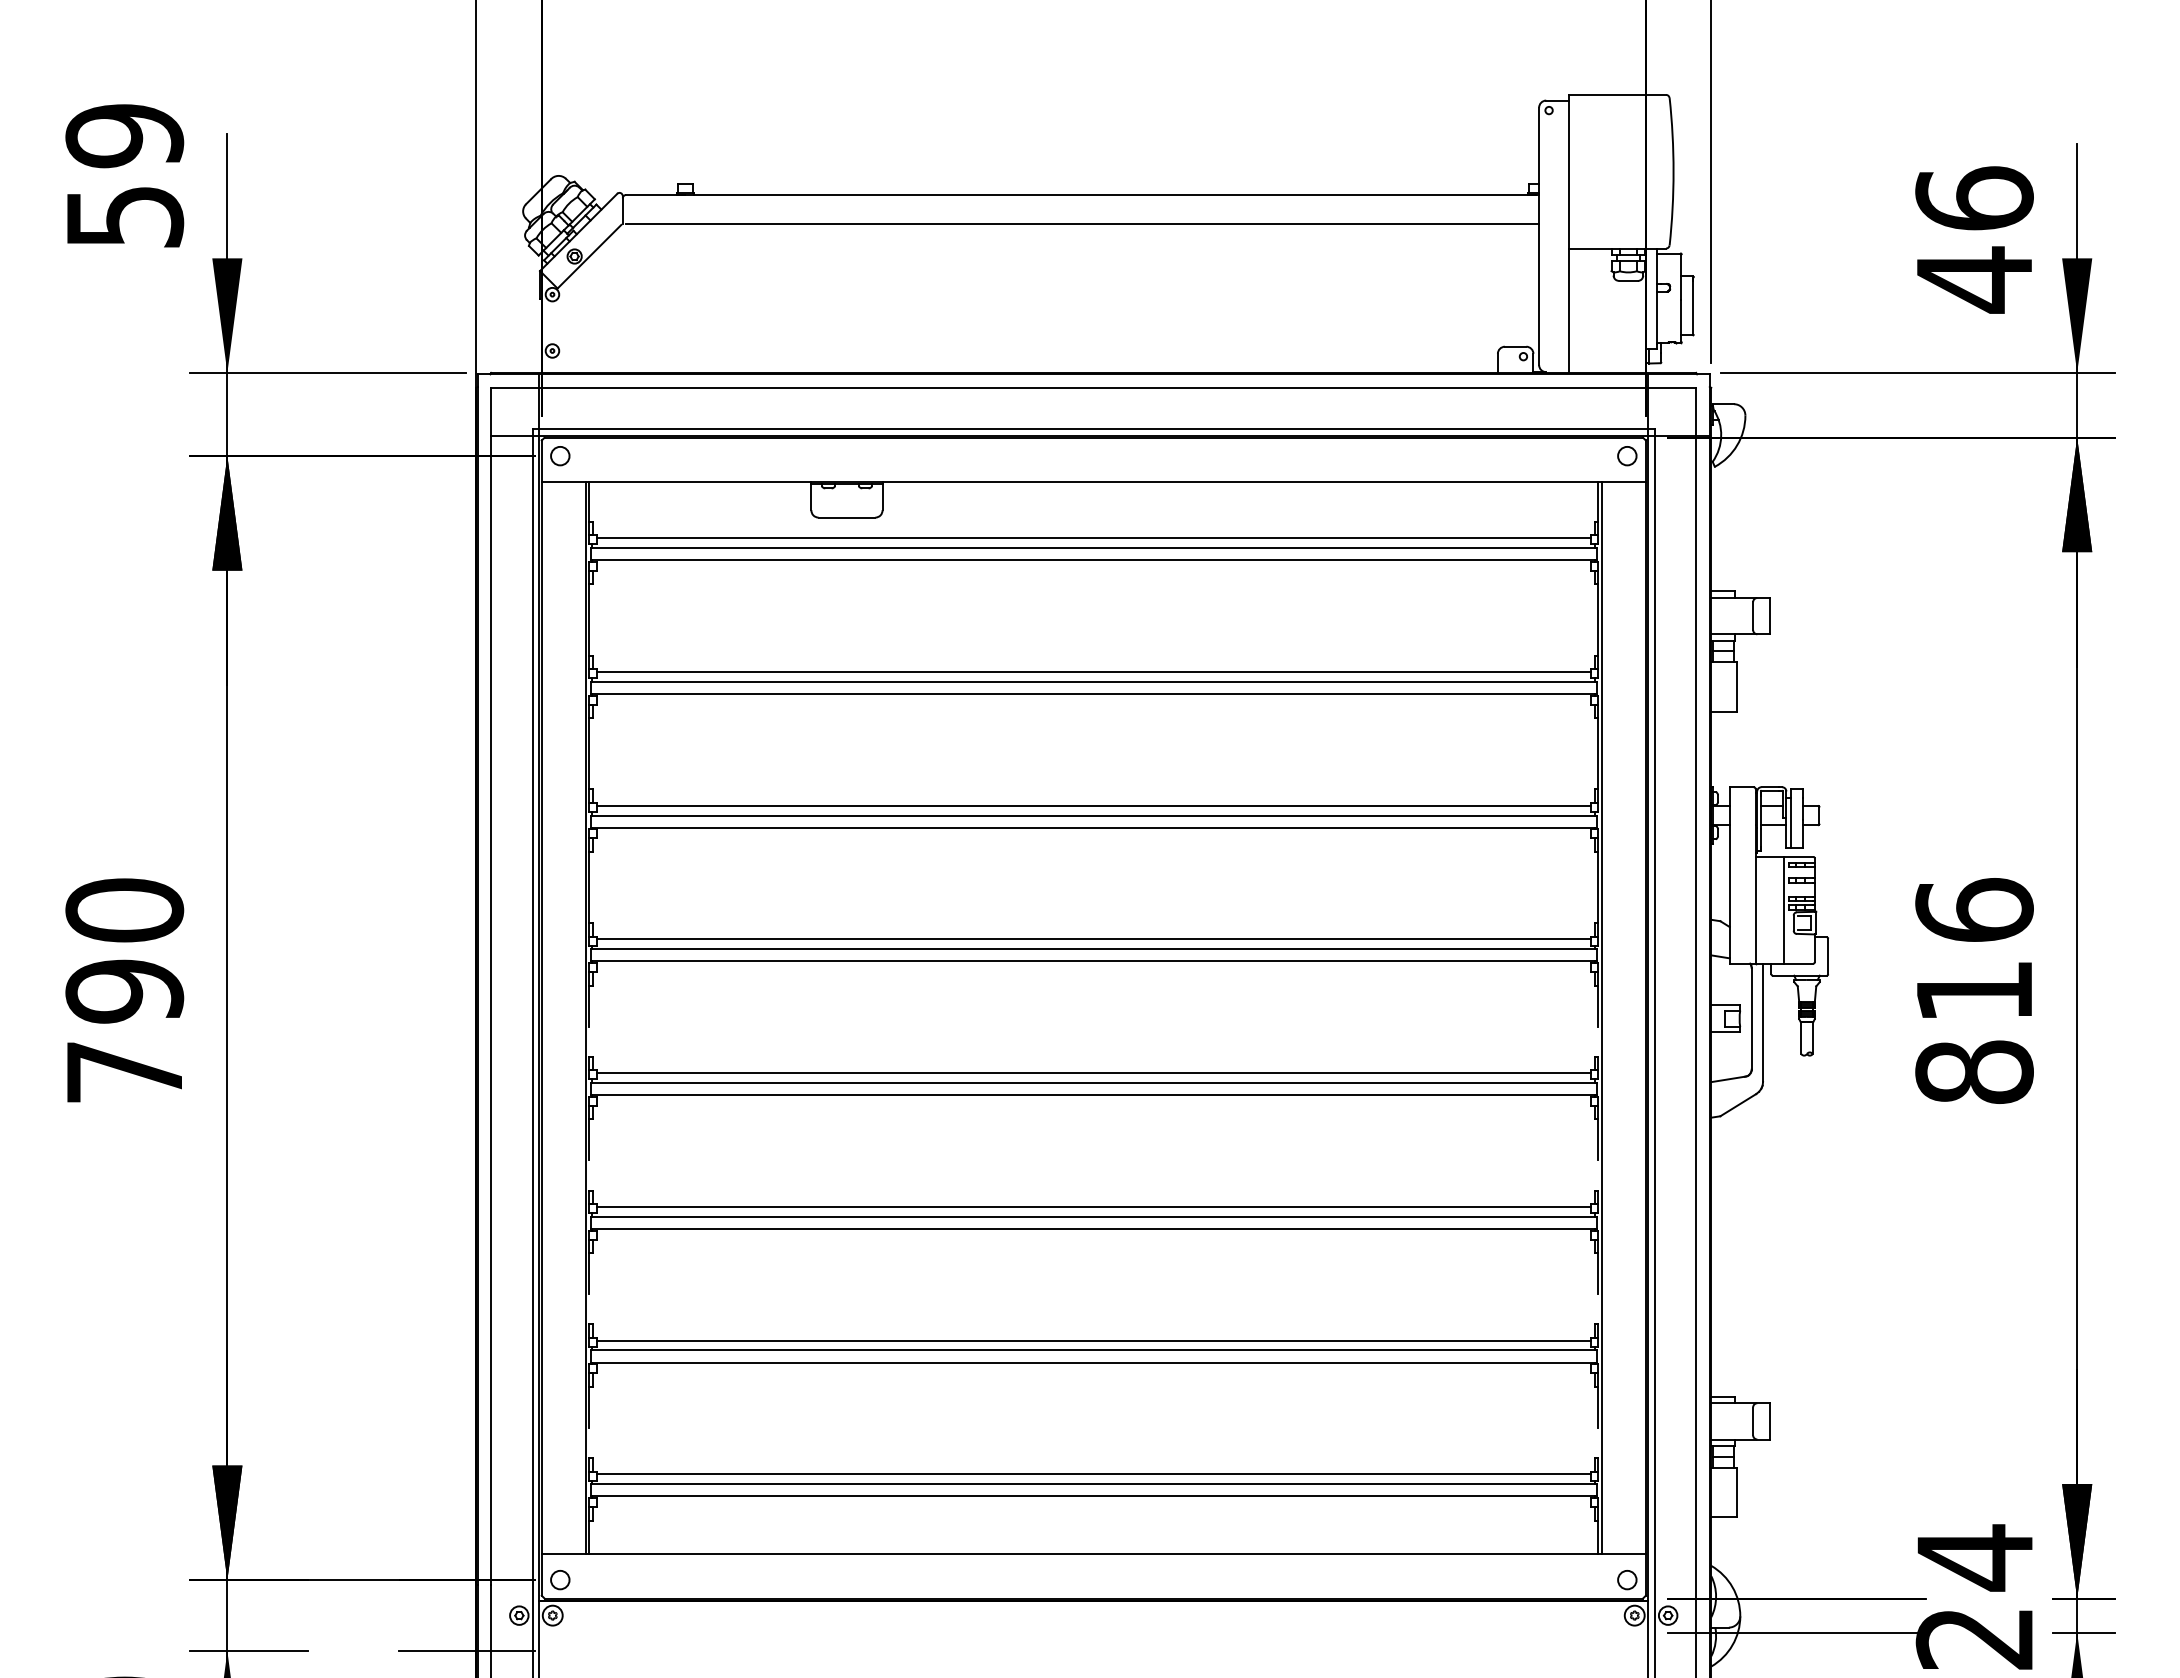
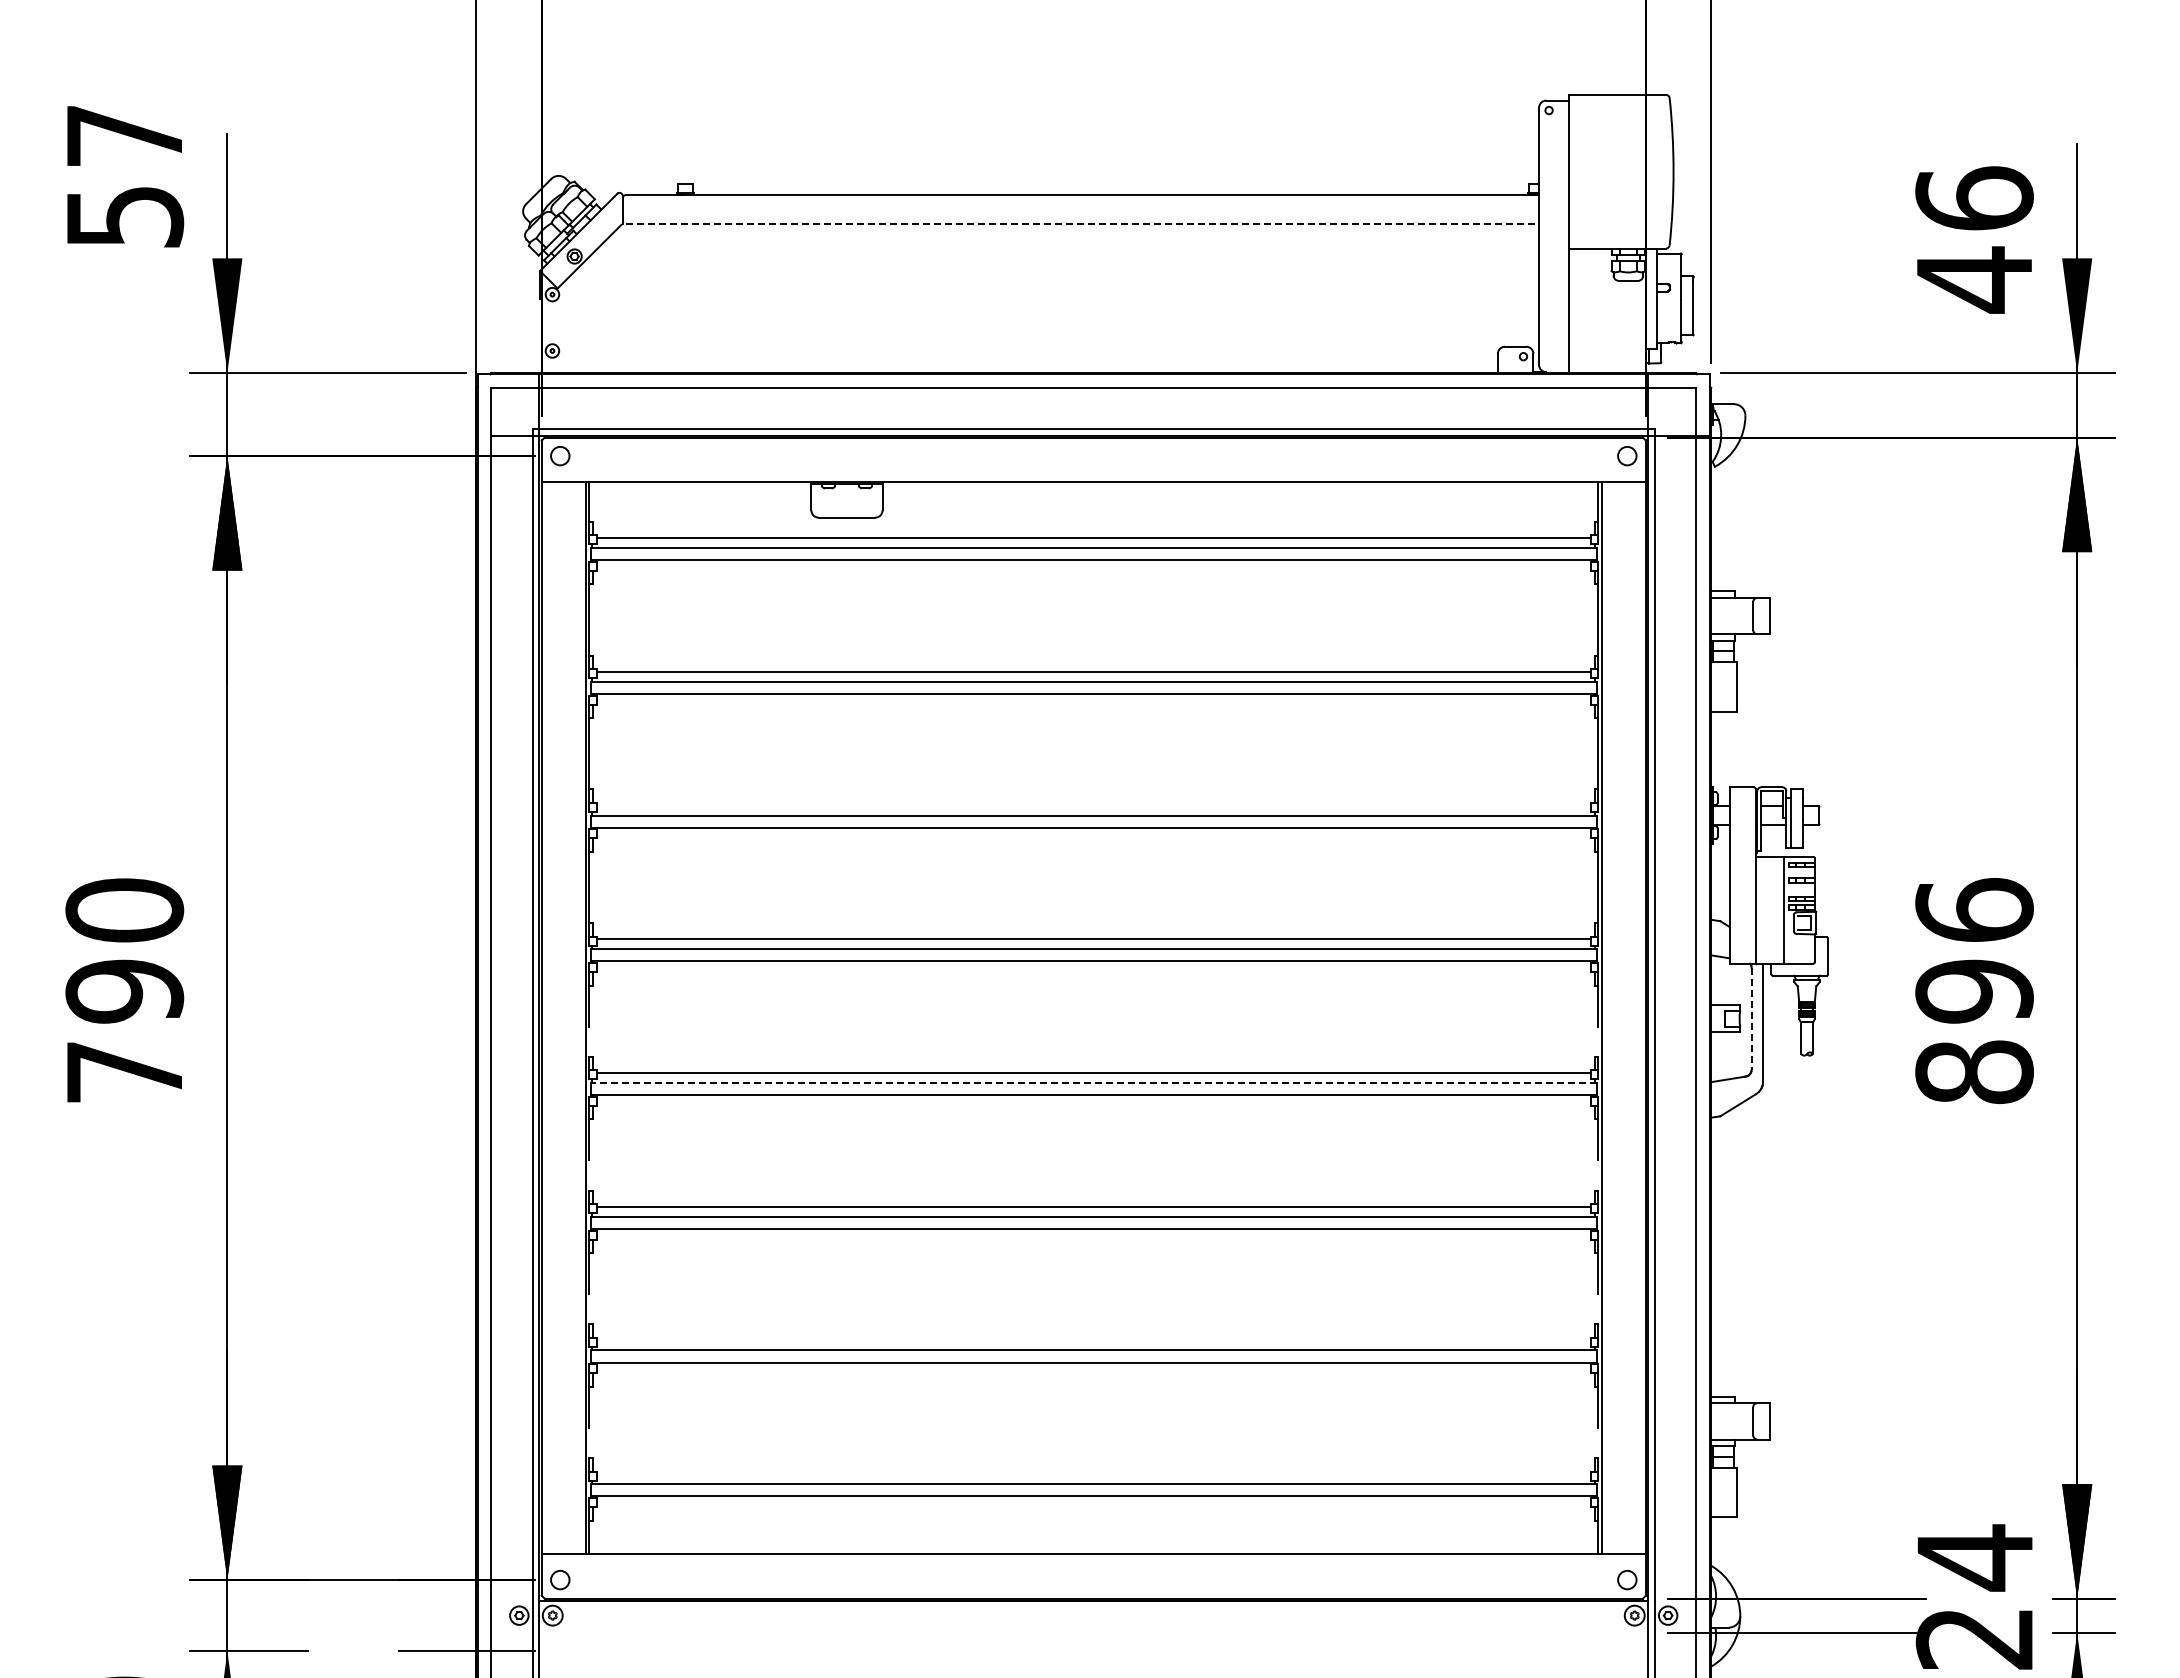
text at (124, 136): 59 -> 57
line at (1083, 223): solid -> dashed
line at (1093, 805): present -> none
text at (1974, 991): 816 -> 896
line at (1751, 1018): solid -> dashed
line at (1093, 1082): solid -> dashed
line at (1093, 1340): present -> none
line at (1093, 1474): present -> none
